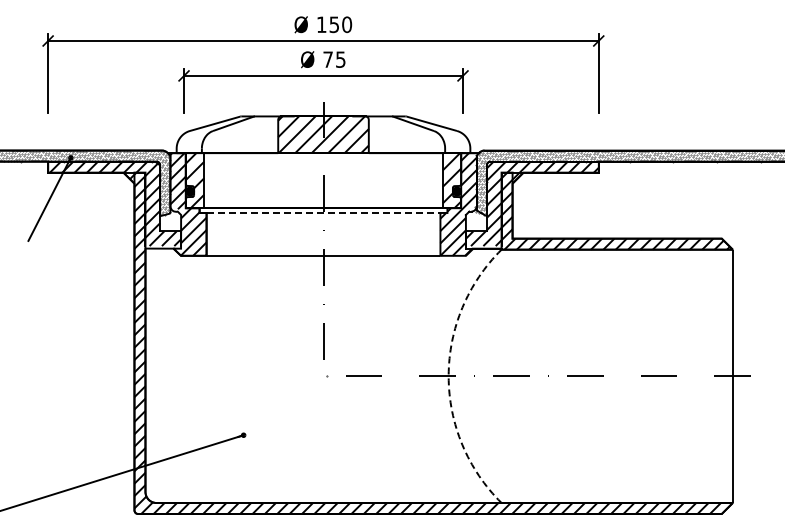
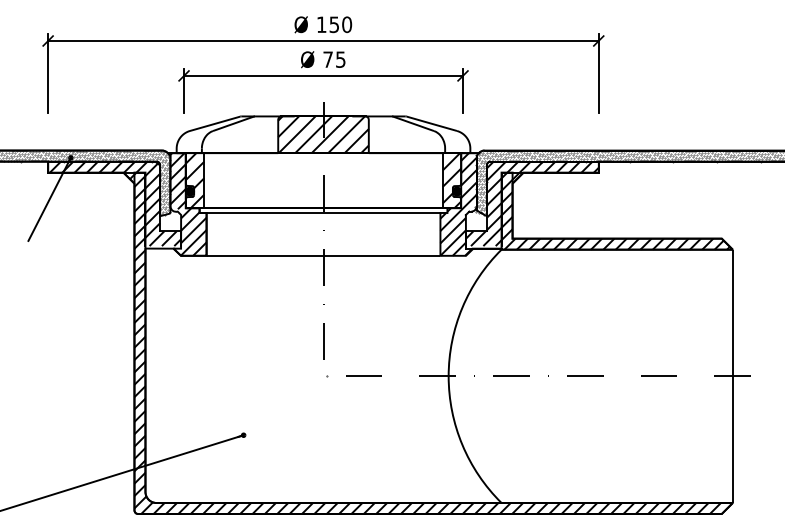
line at (323, 212): dashed -> solid
arc at (448, 376): dashed -> solid
